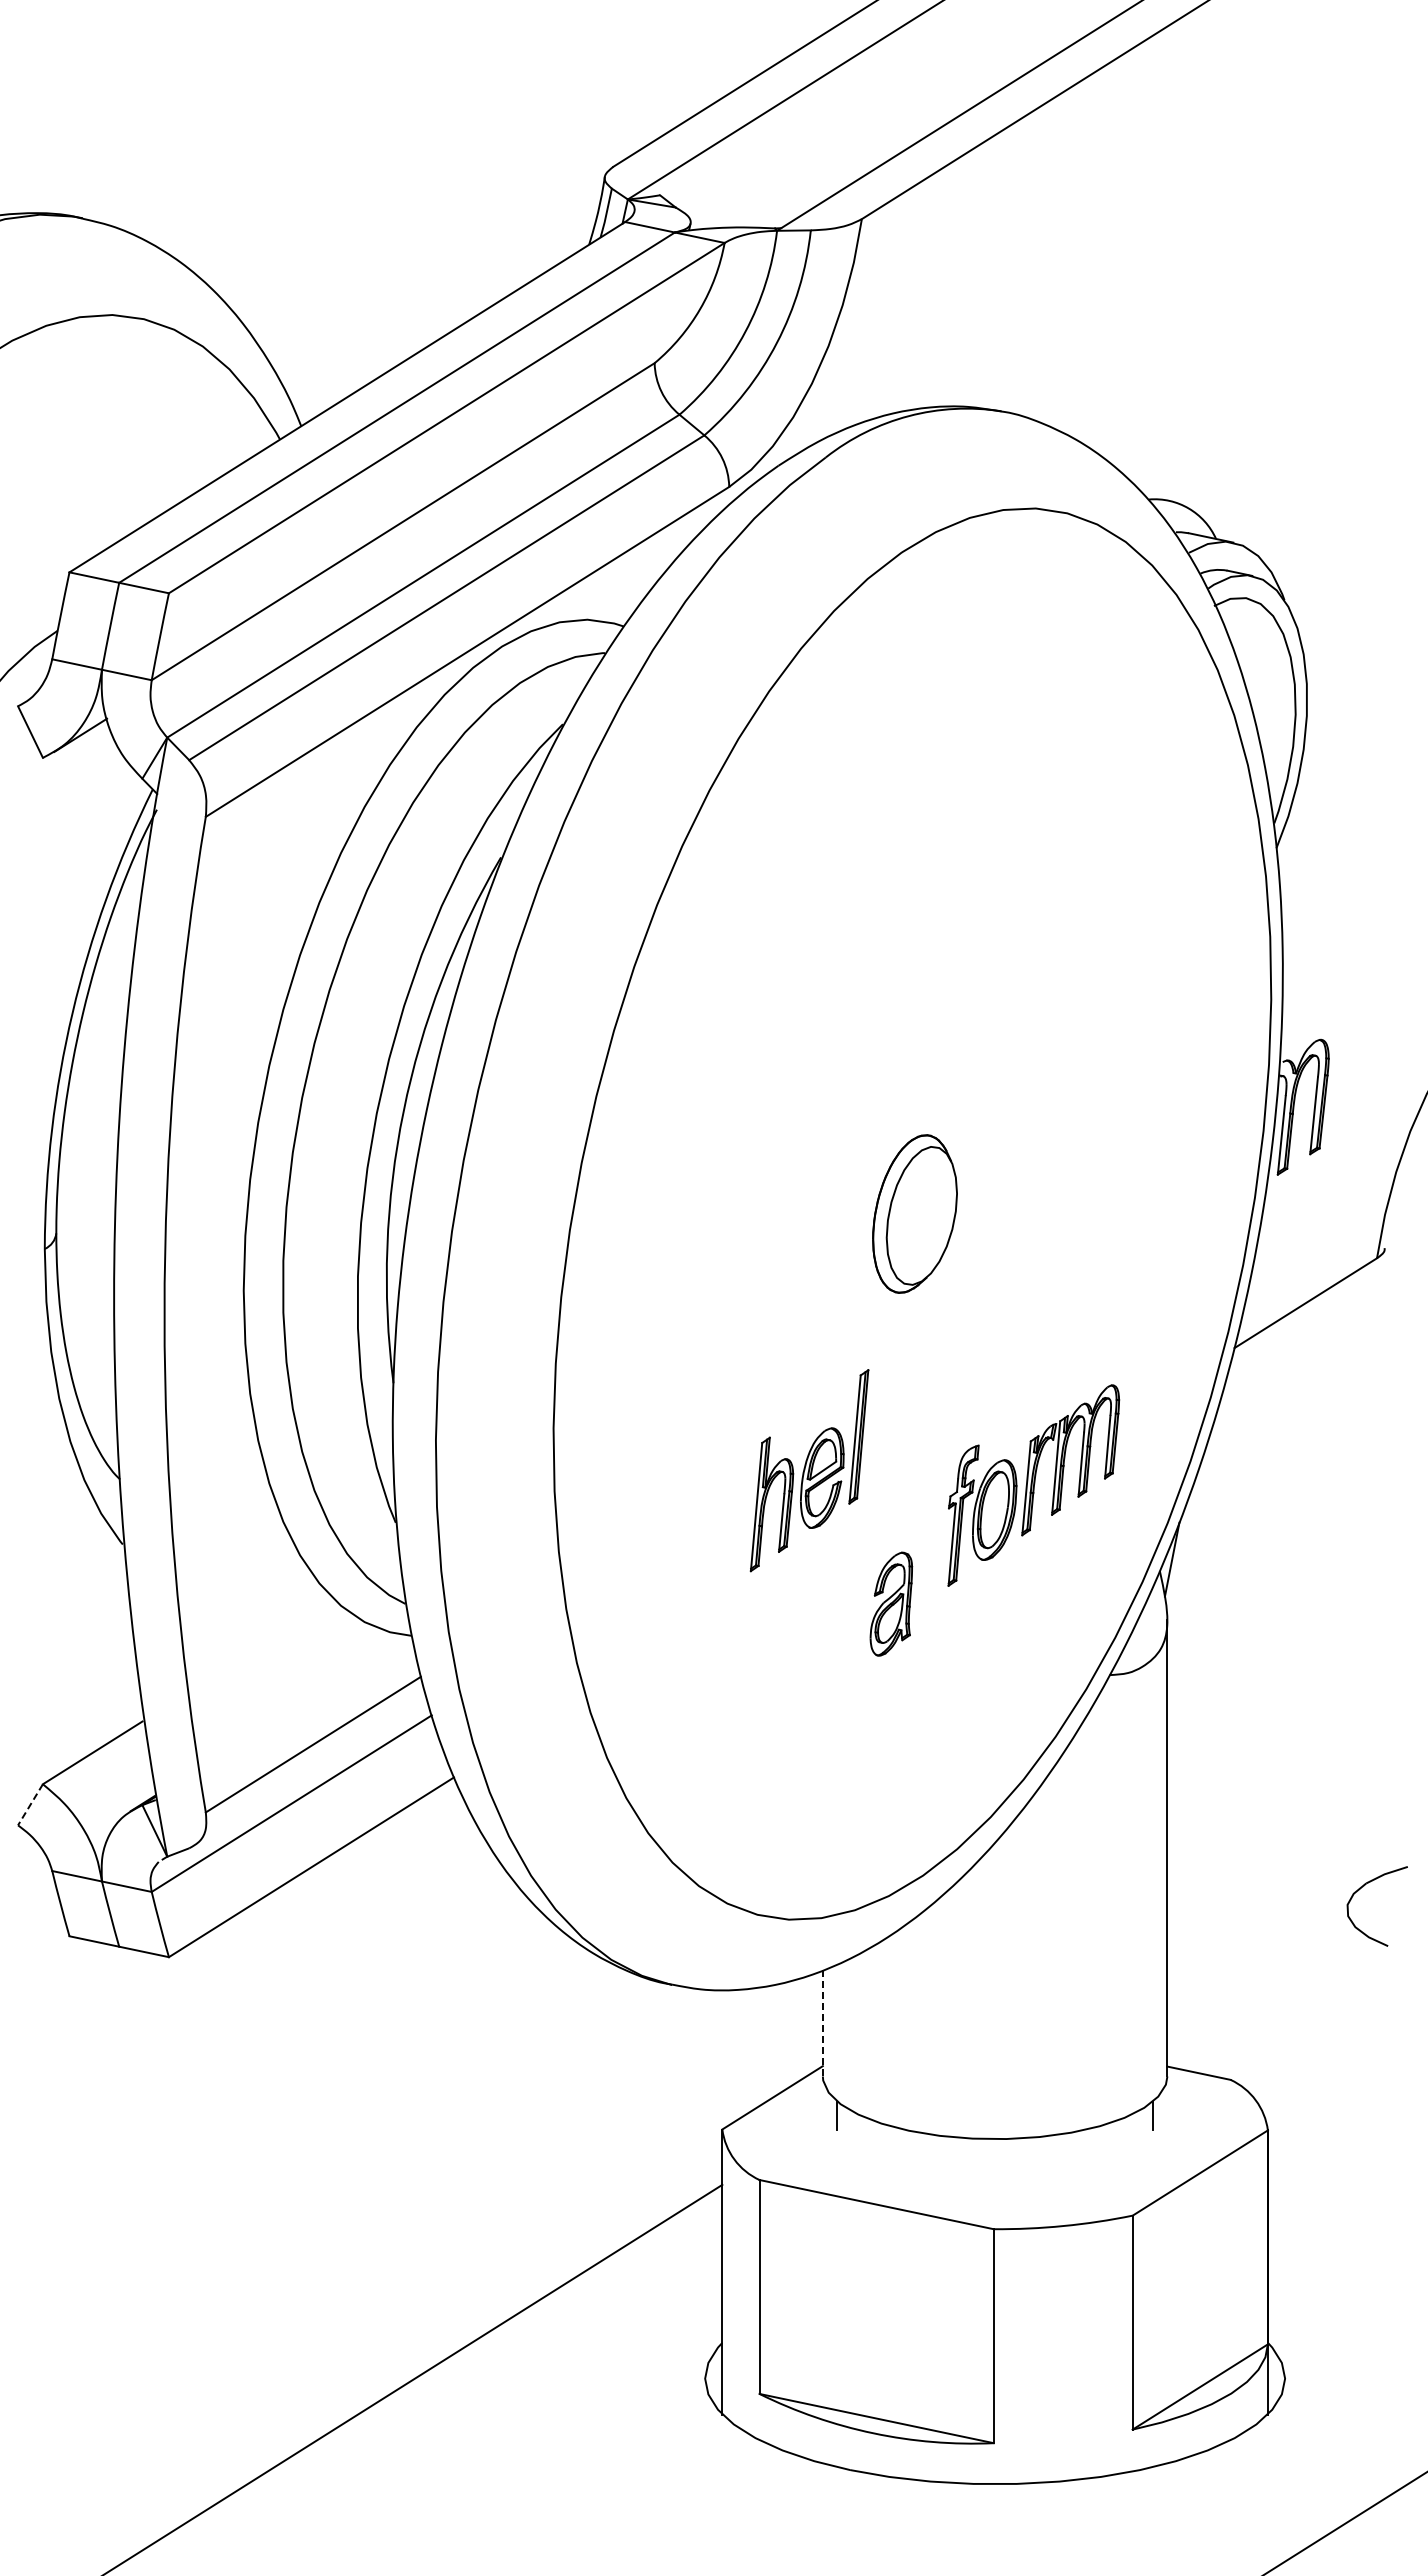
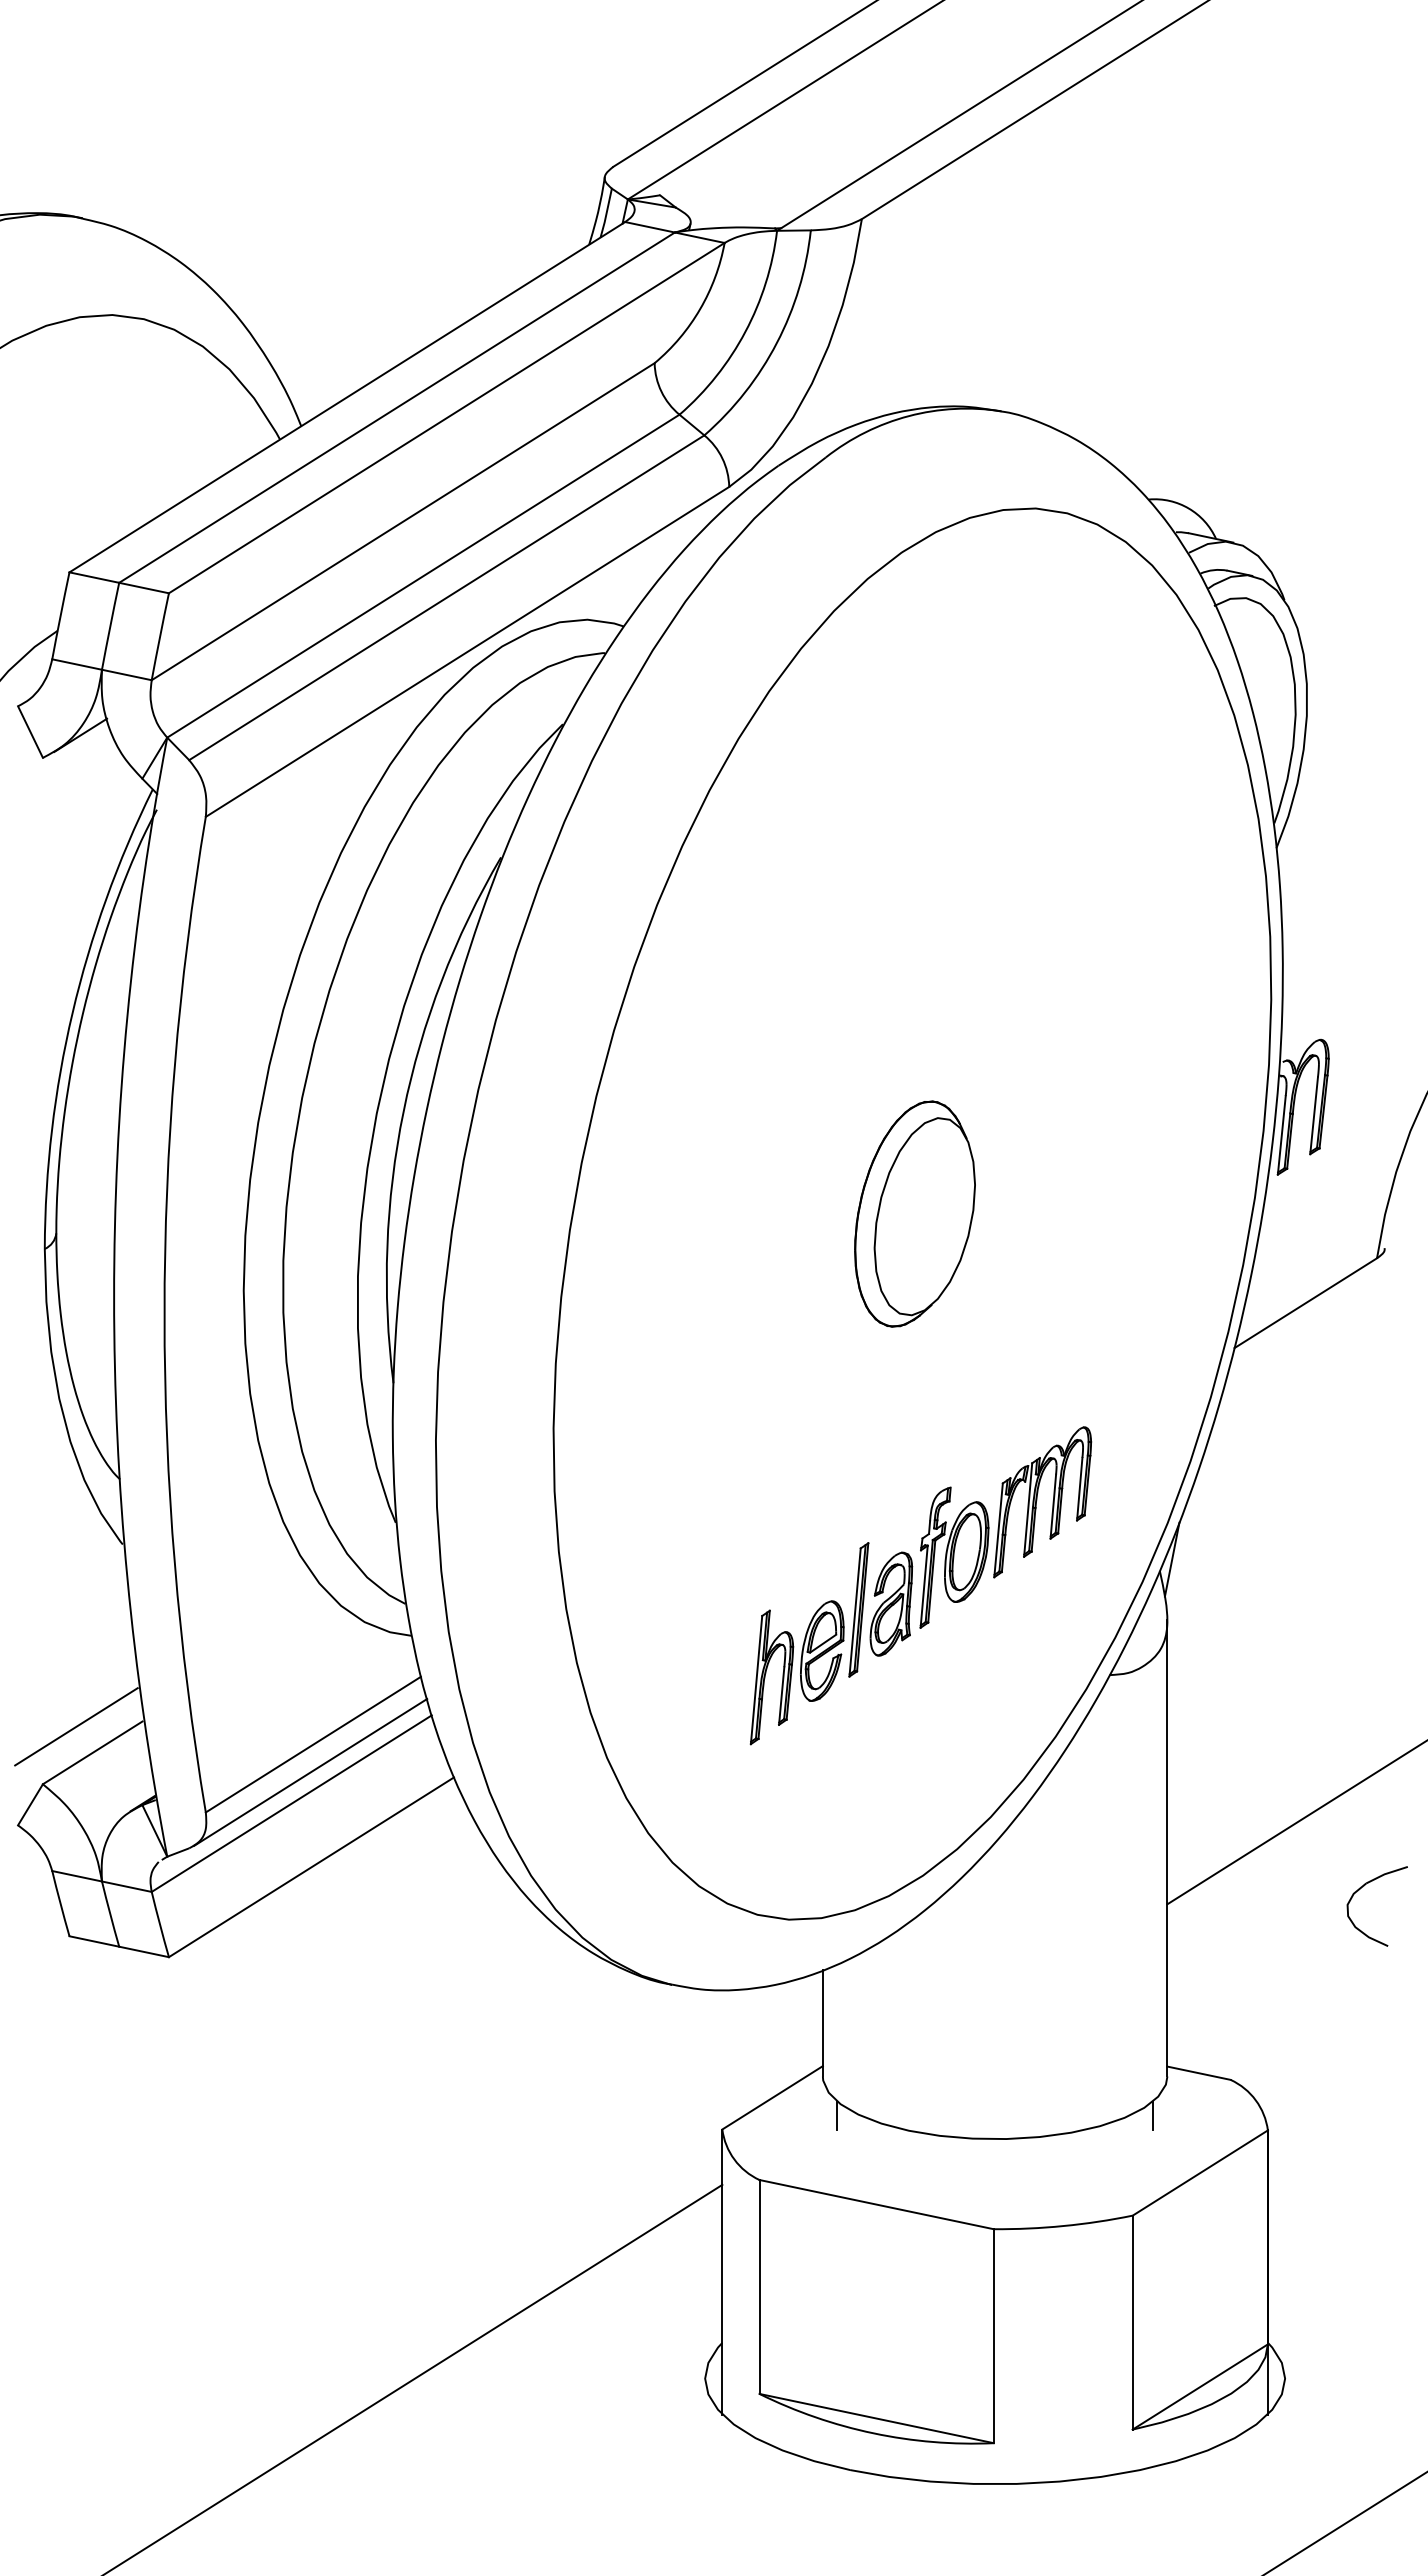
part at (914, 1213) size: 86x160 px -> 122x228 px
part at (809, 1470) position: (809, 1470) -> (809, 1643)
part at (1033, 1485) position: (1033, 1485) -> (1005, 1527)
line at (76, 1726): none -> present
line at (310, 1771): none -> present
line at (30, 1805): dashed -> solid
line at (1295, 1823): none -> present
line at (822, 2023): dashed -> solid
